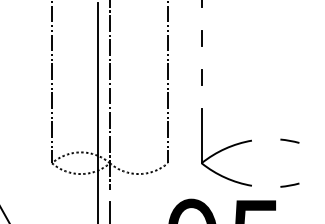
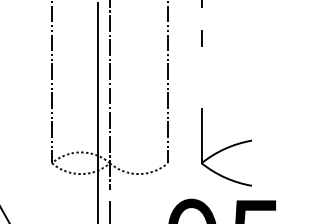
line at (201, 77): present -> none
line at (289, 140): present -> none
line at (289, 184): present -> none
